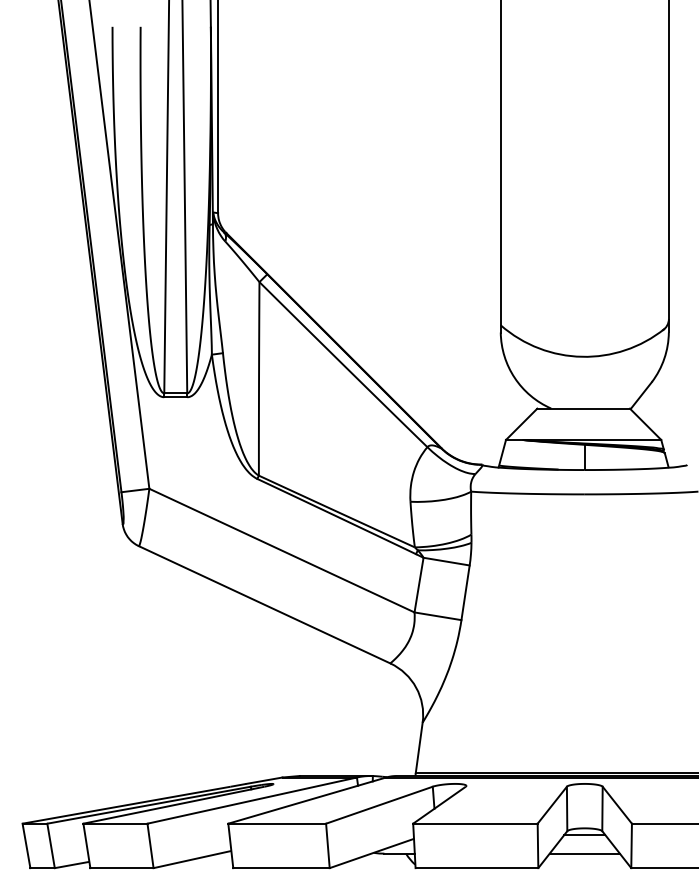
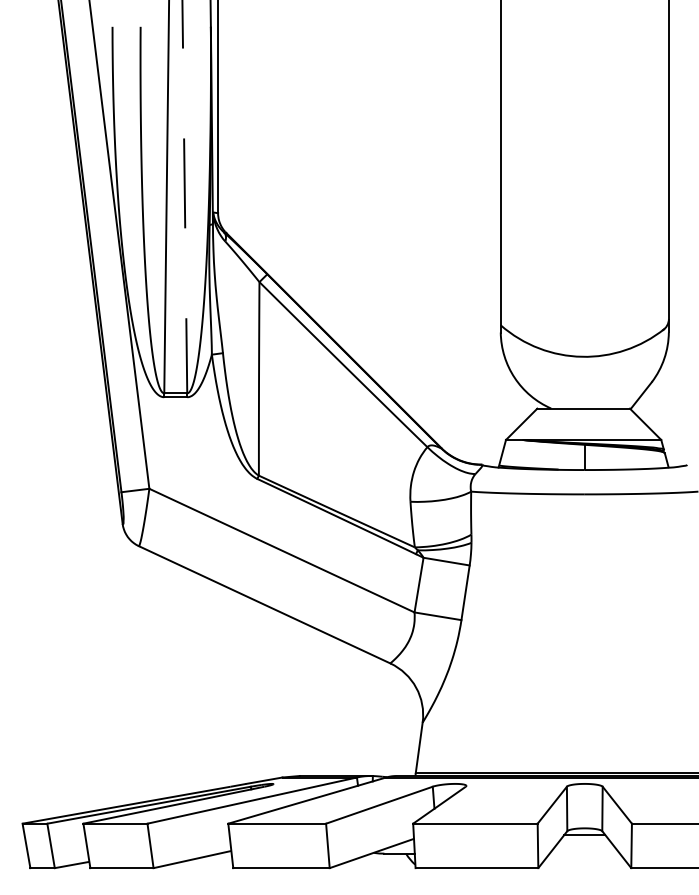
line at (184, 197): solid -> dashed
line at (584, 853): present -> none
